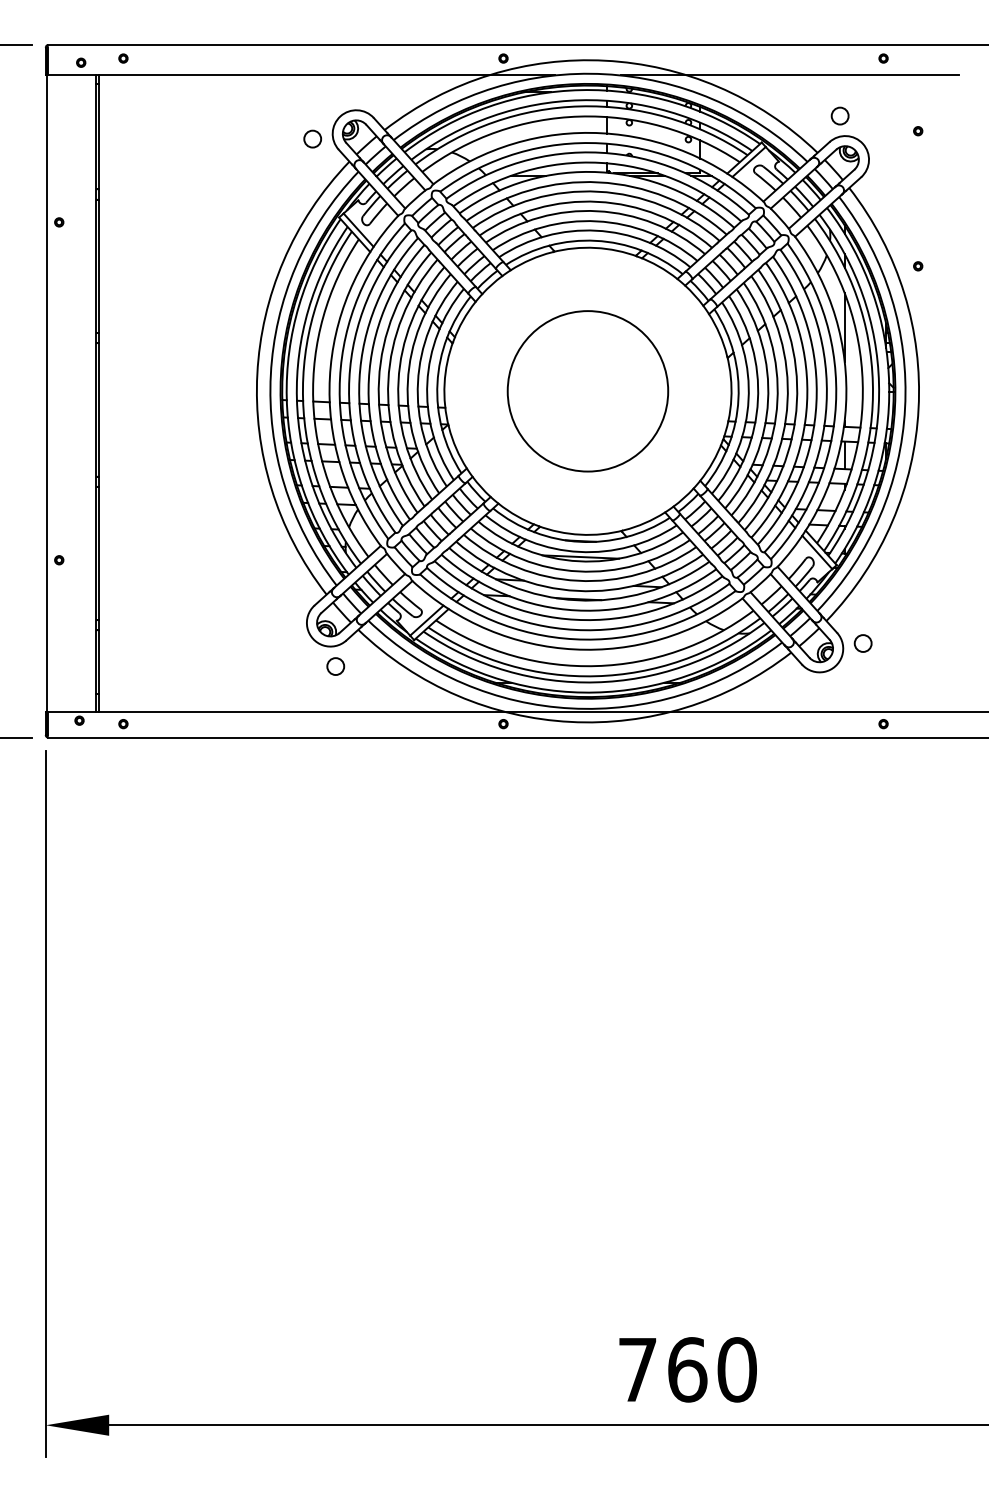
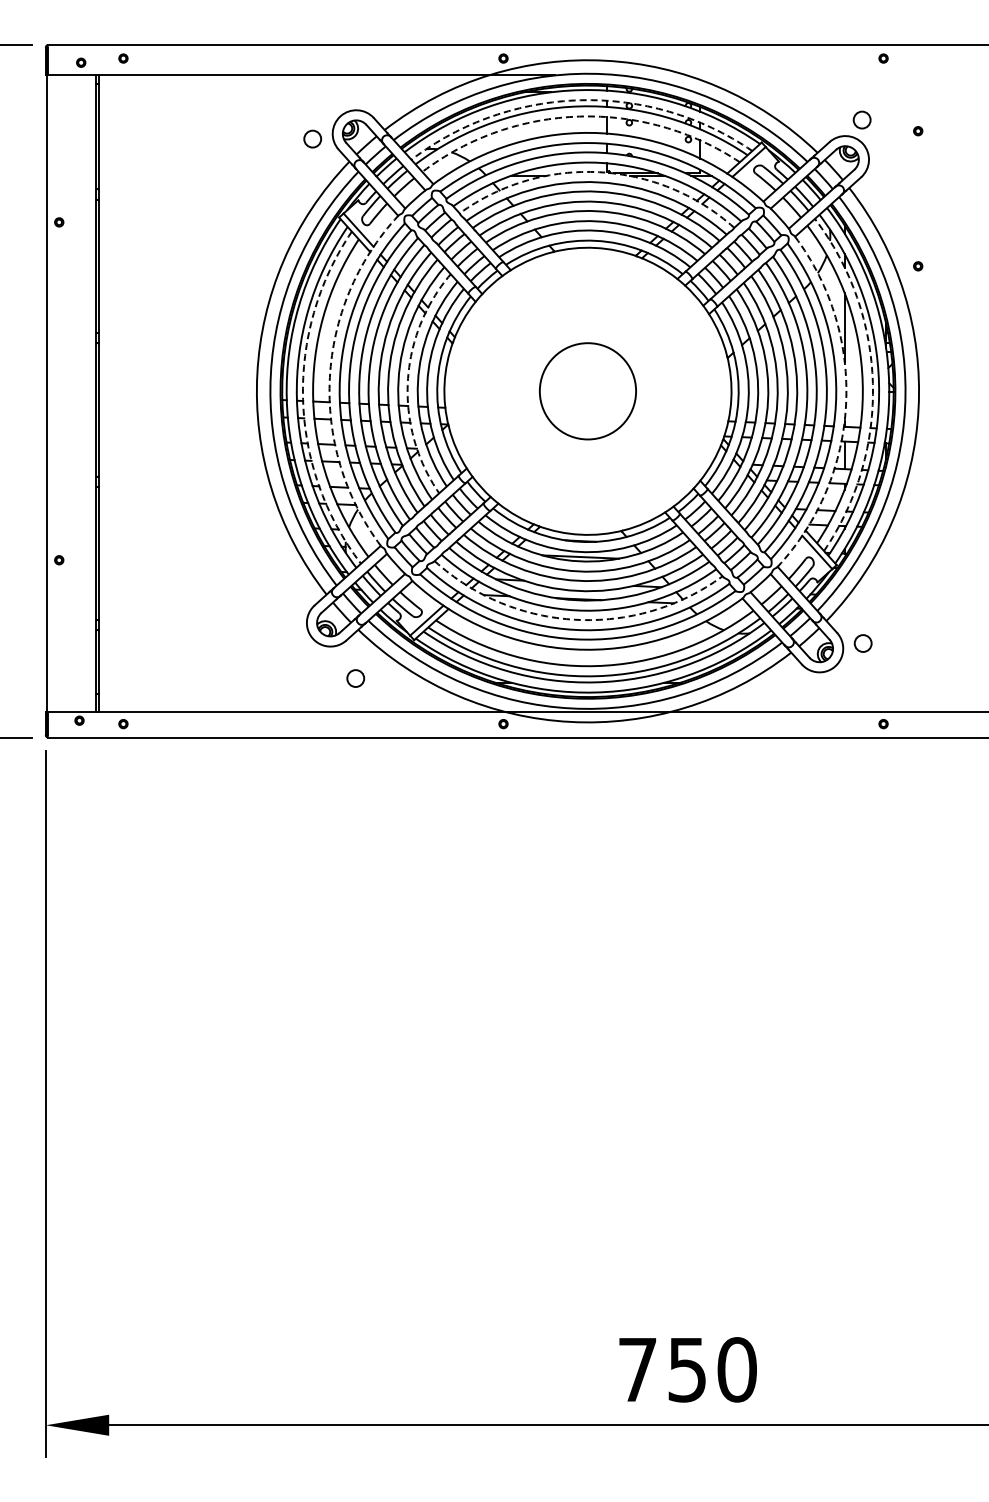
line at (789, 75): present -> none
arc at (580, 100): solid -> dashed
circle at (839, 115) position: (839, 115) -> (861, 119)
arc at (579, 116): solid -> dashed
arc at (599, 172): solid -> dashed
arc at (329, 377): solid -> dashed
arc at (407, 381): solid -> dashed
arc at (872, 383): solid -> dashed
circle at (587, 391) diameter: 160 px -> 96 px
arc at (303, 399): solid -> dashed
arc at (846, 404): solid -> dashed
arc at (575, 619): solid -> dashed
circle at (335, 666) position: (335, 666) -> (355, 678)
text at (687, 1369): 760 -> 750
